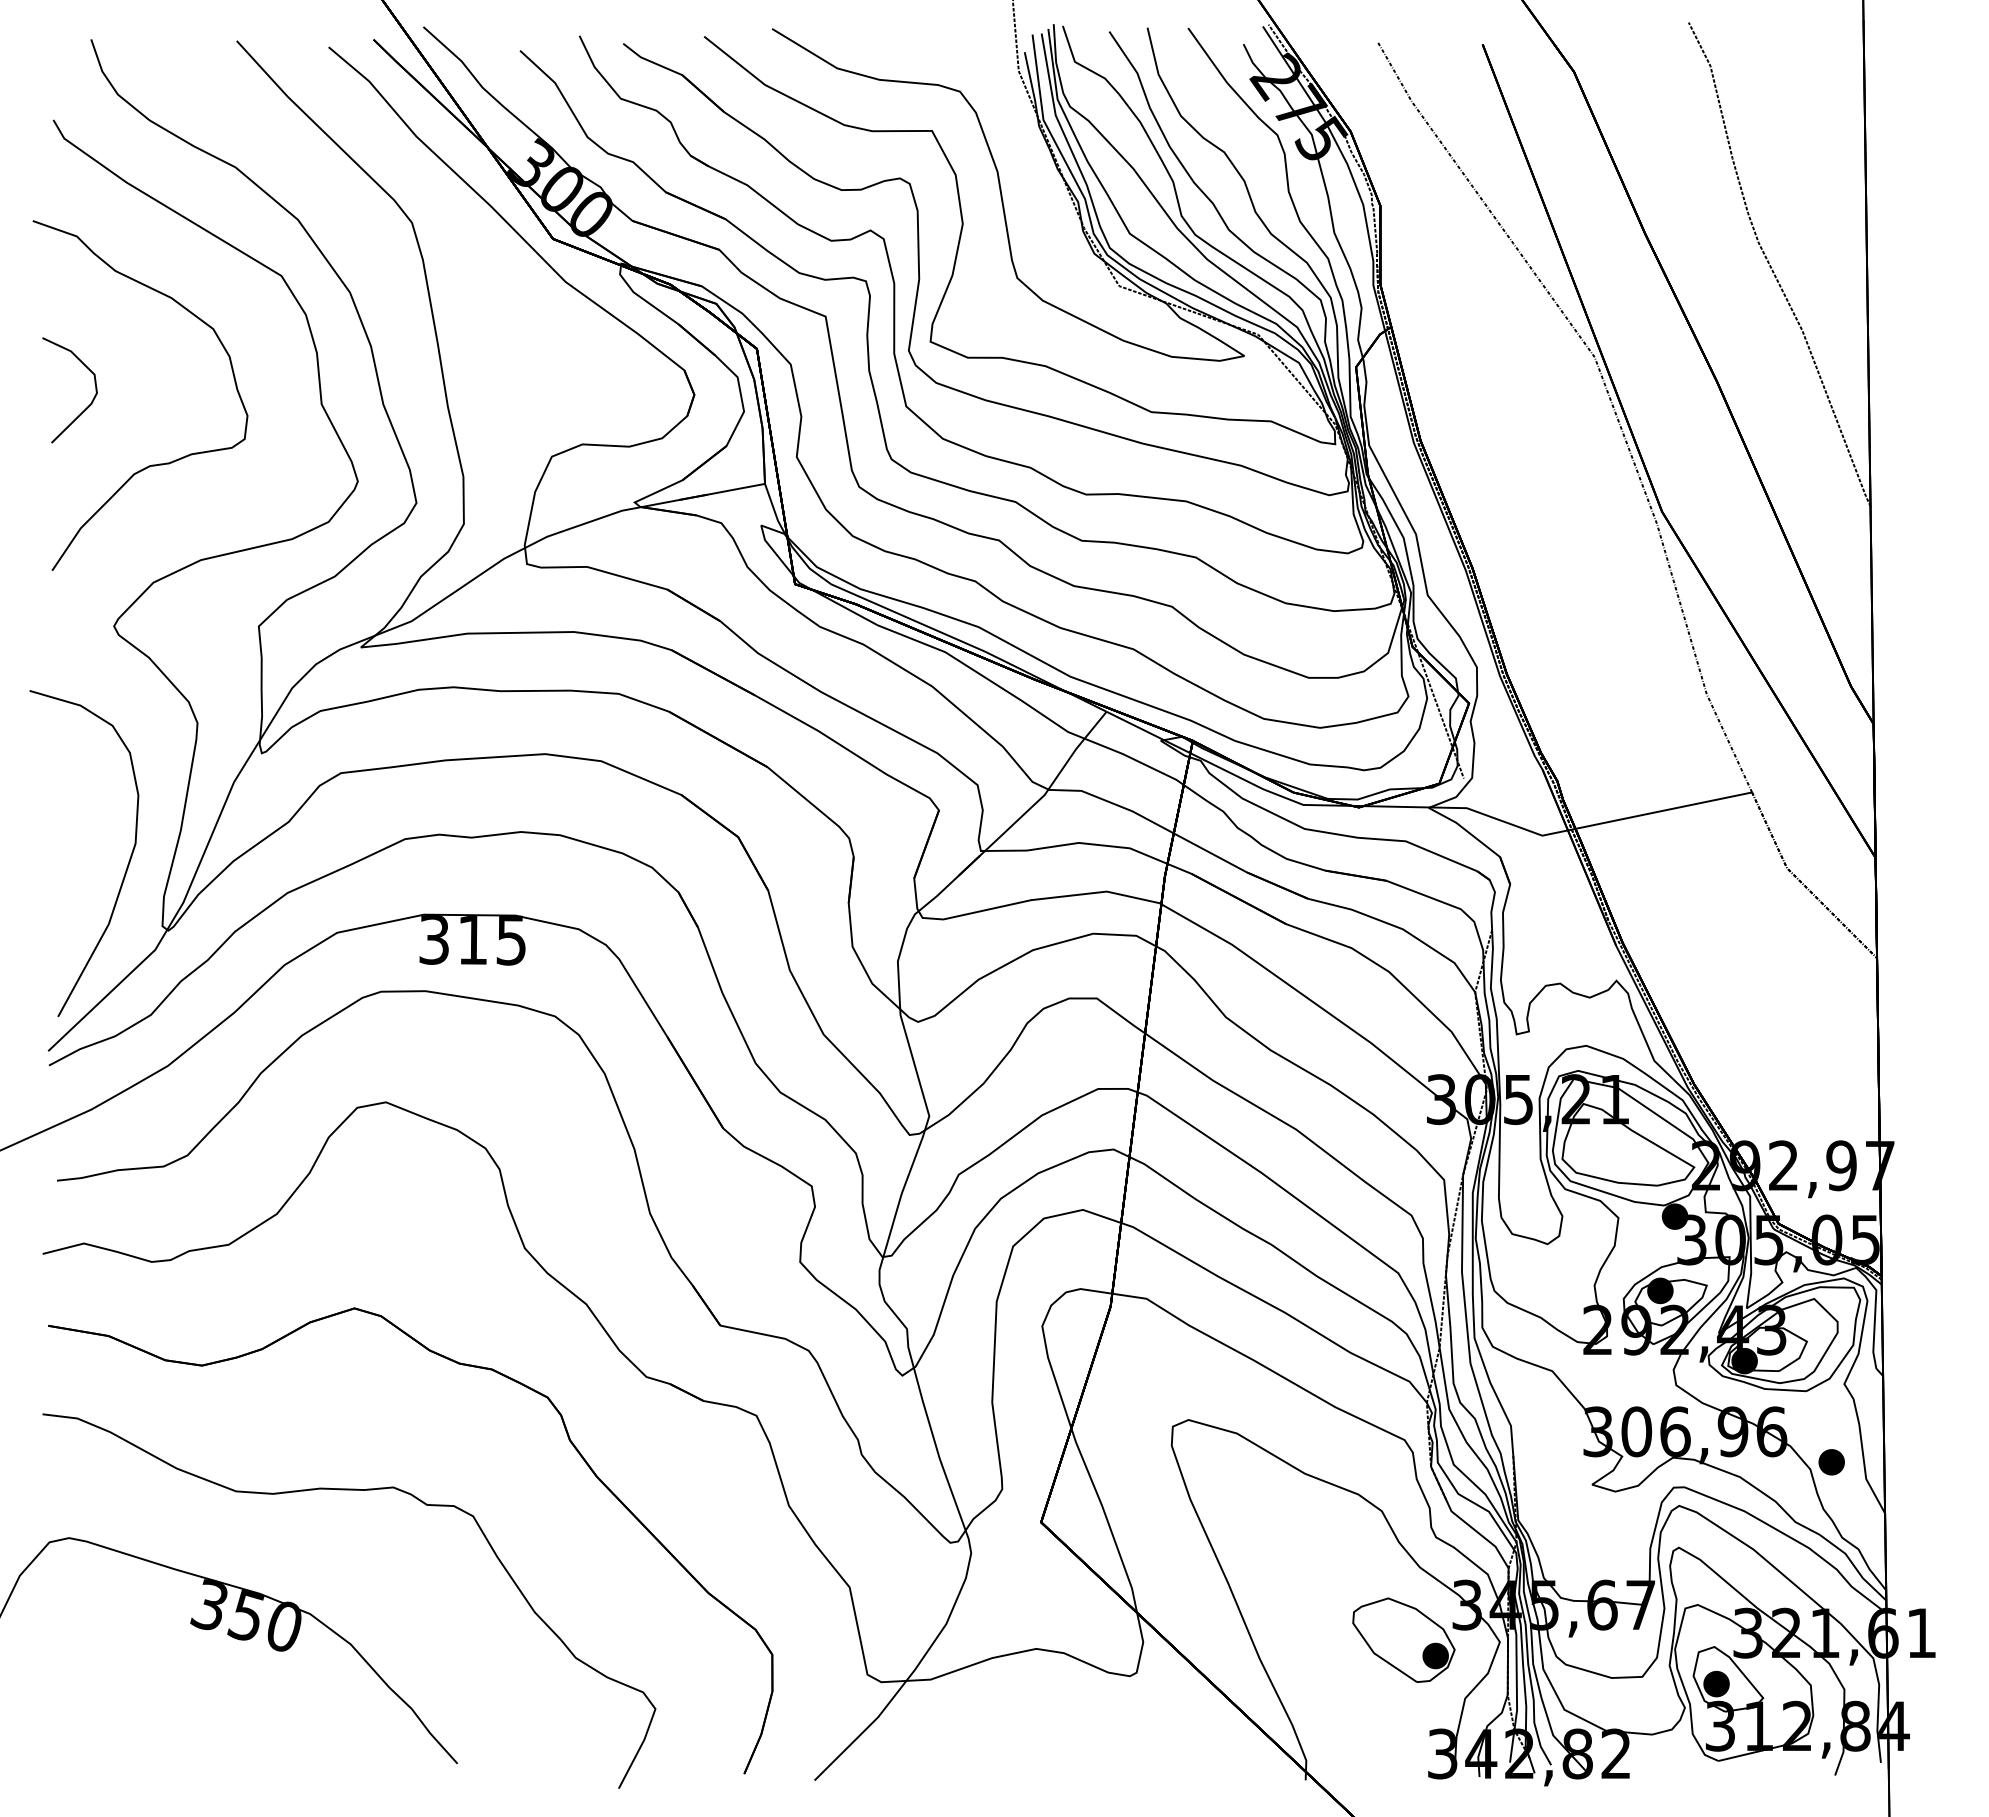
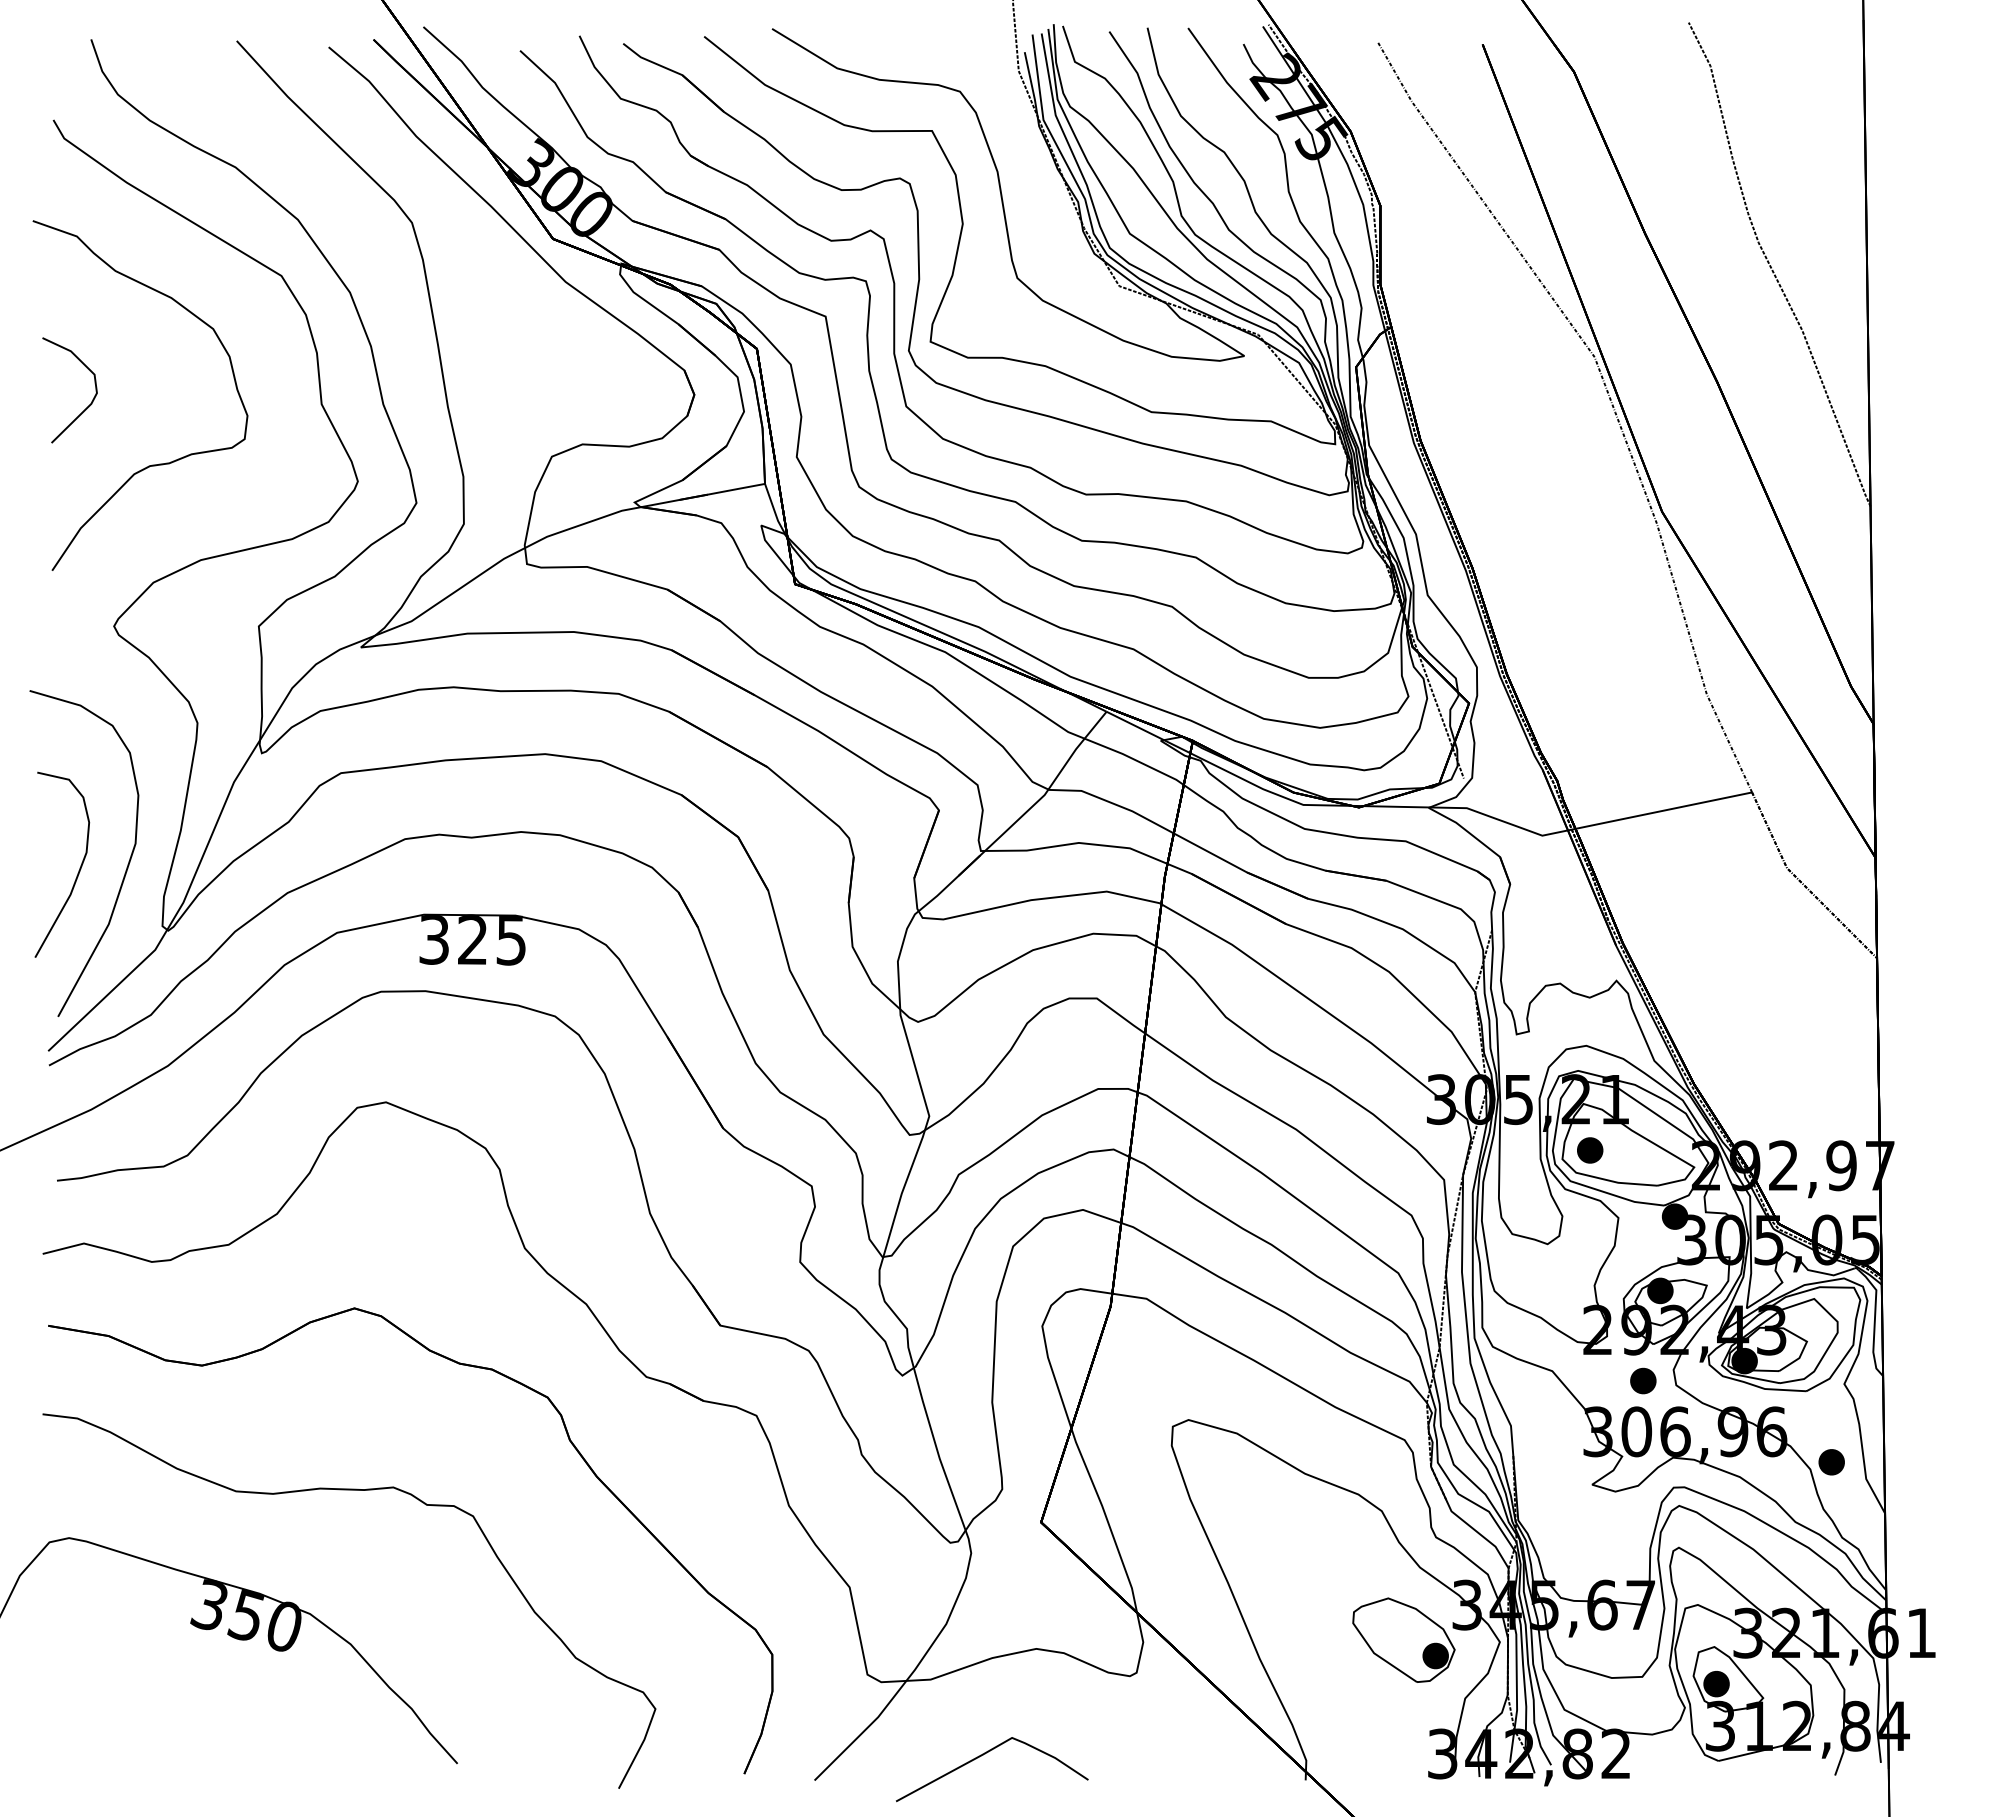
curve at (78, 870): none -> present
text at (472, 939): 315 -> 325
part at (1590, 1150): none -> present
part at (1643, 1380): none -> present
curve at (985, 1754): none -> present
